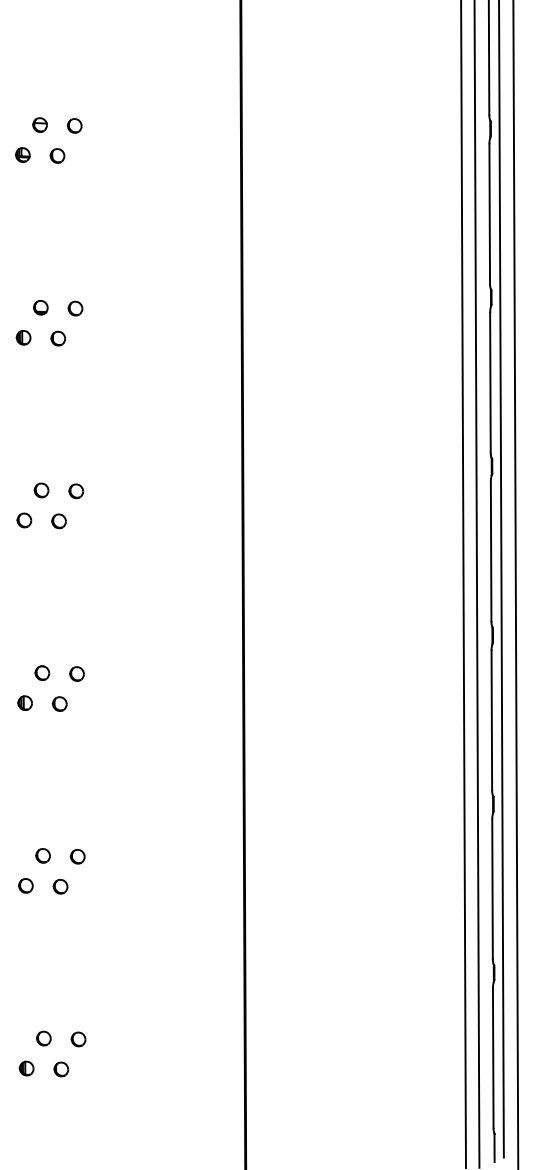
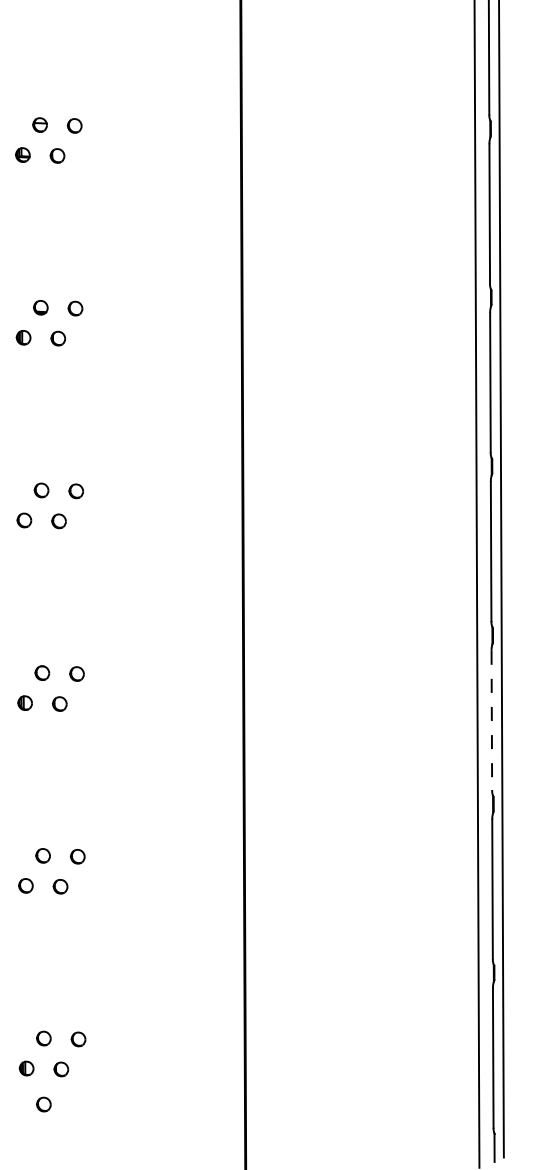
line at (463, 584): present -> none
line at (515, 584): present -> none
line at (491, 720): solid -> dashed
part at (43, 1104): none -> present
